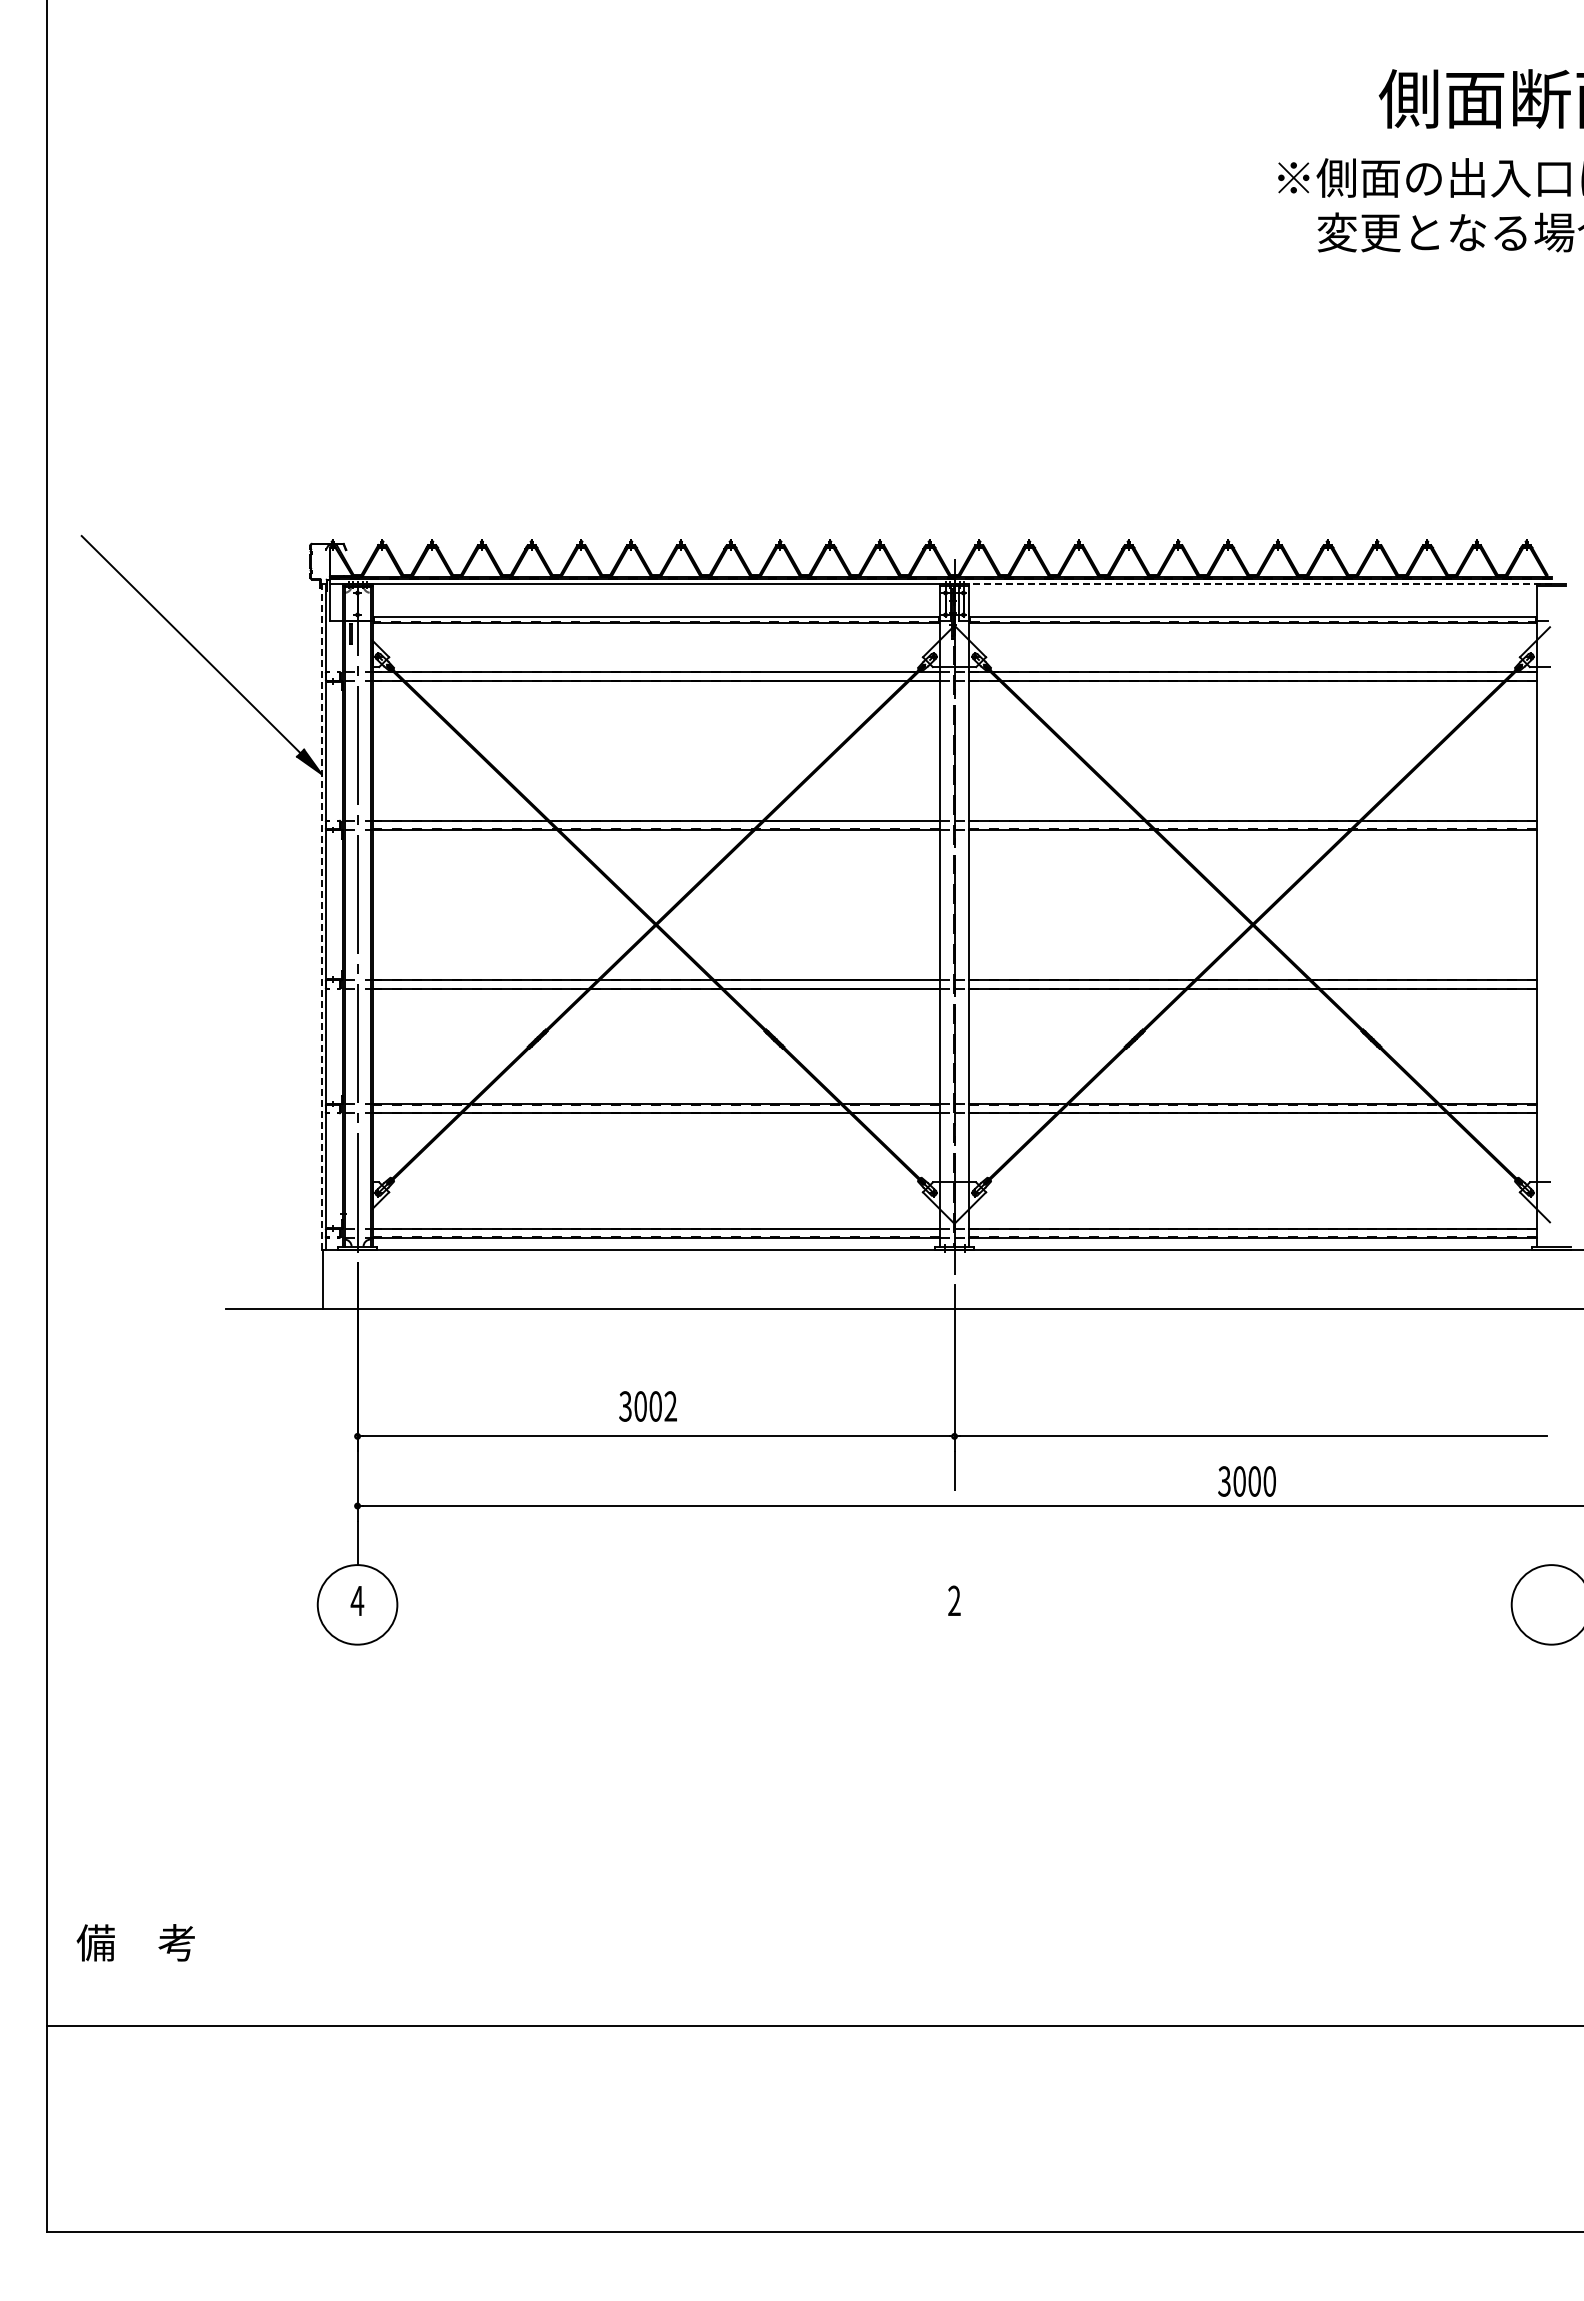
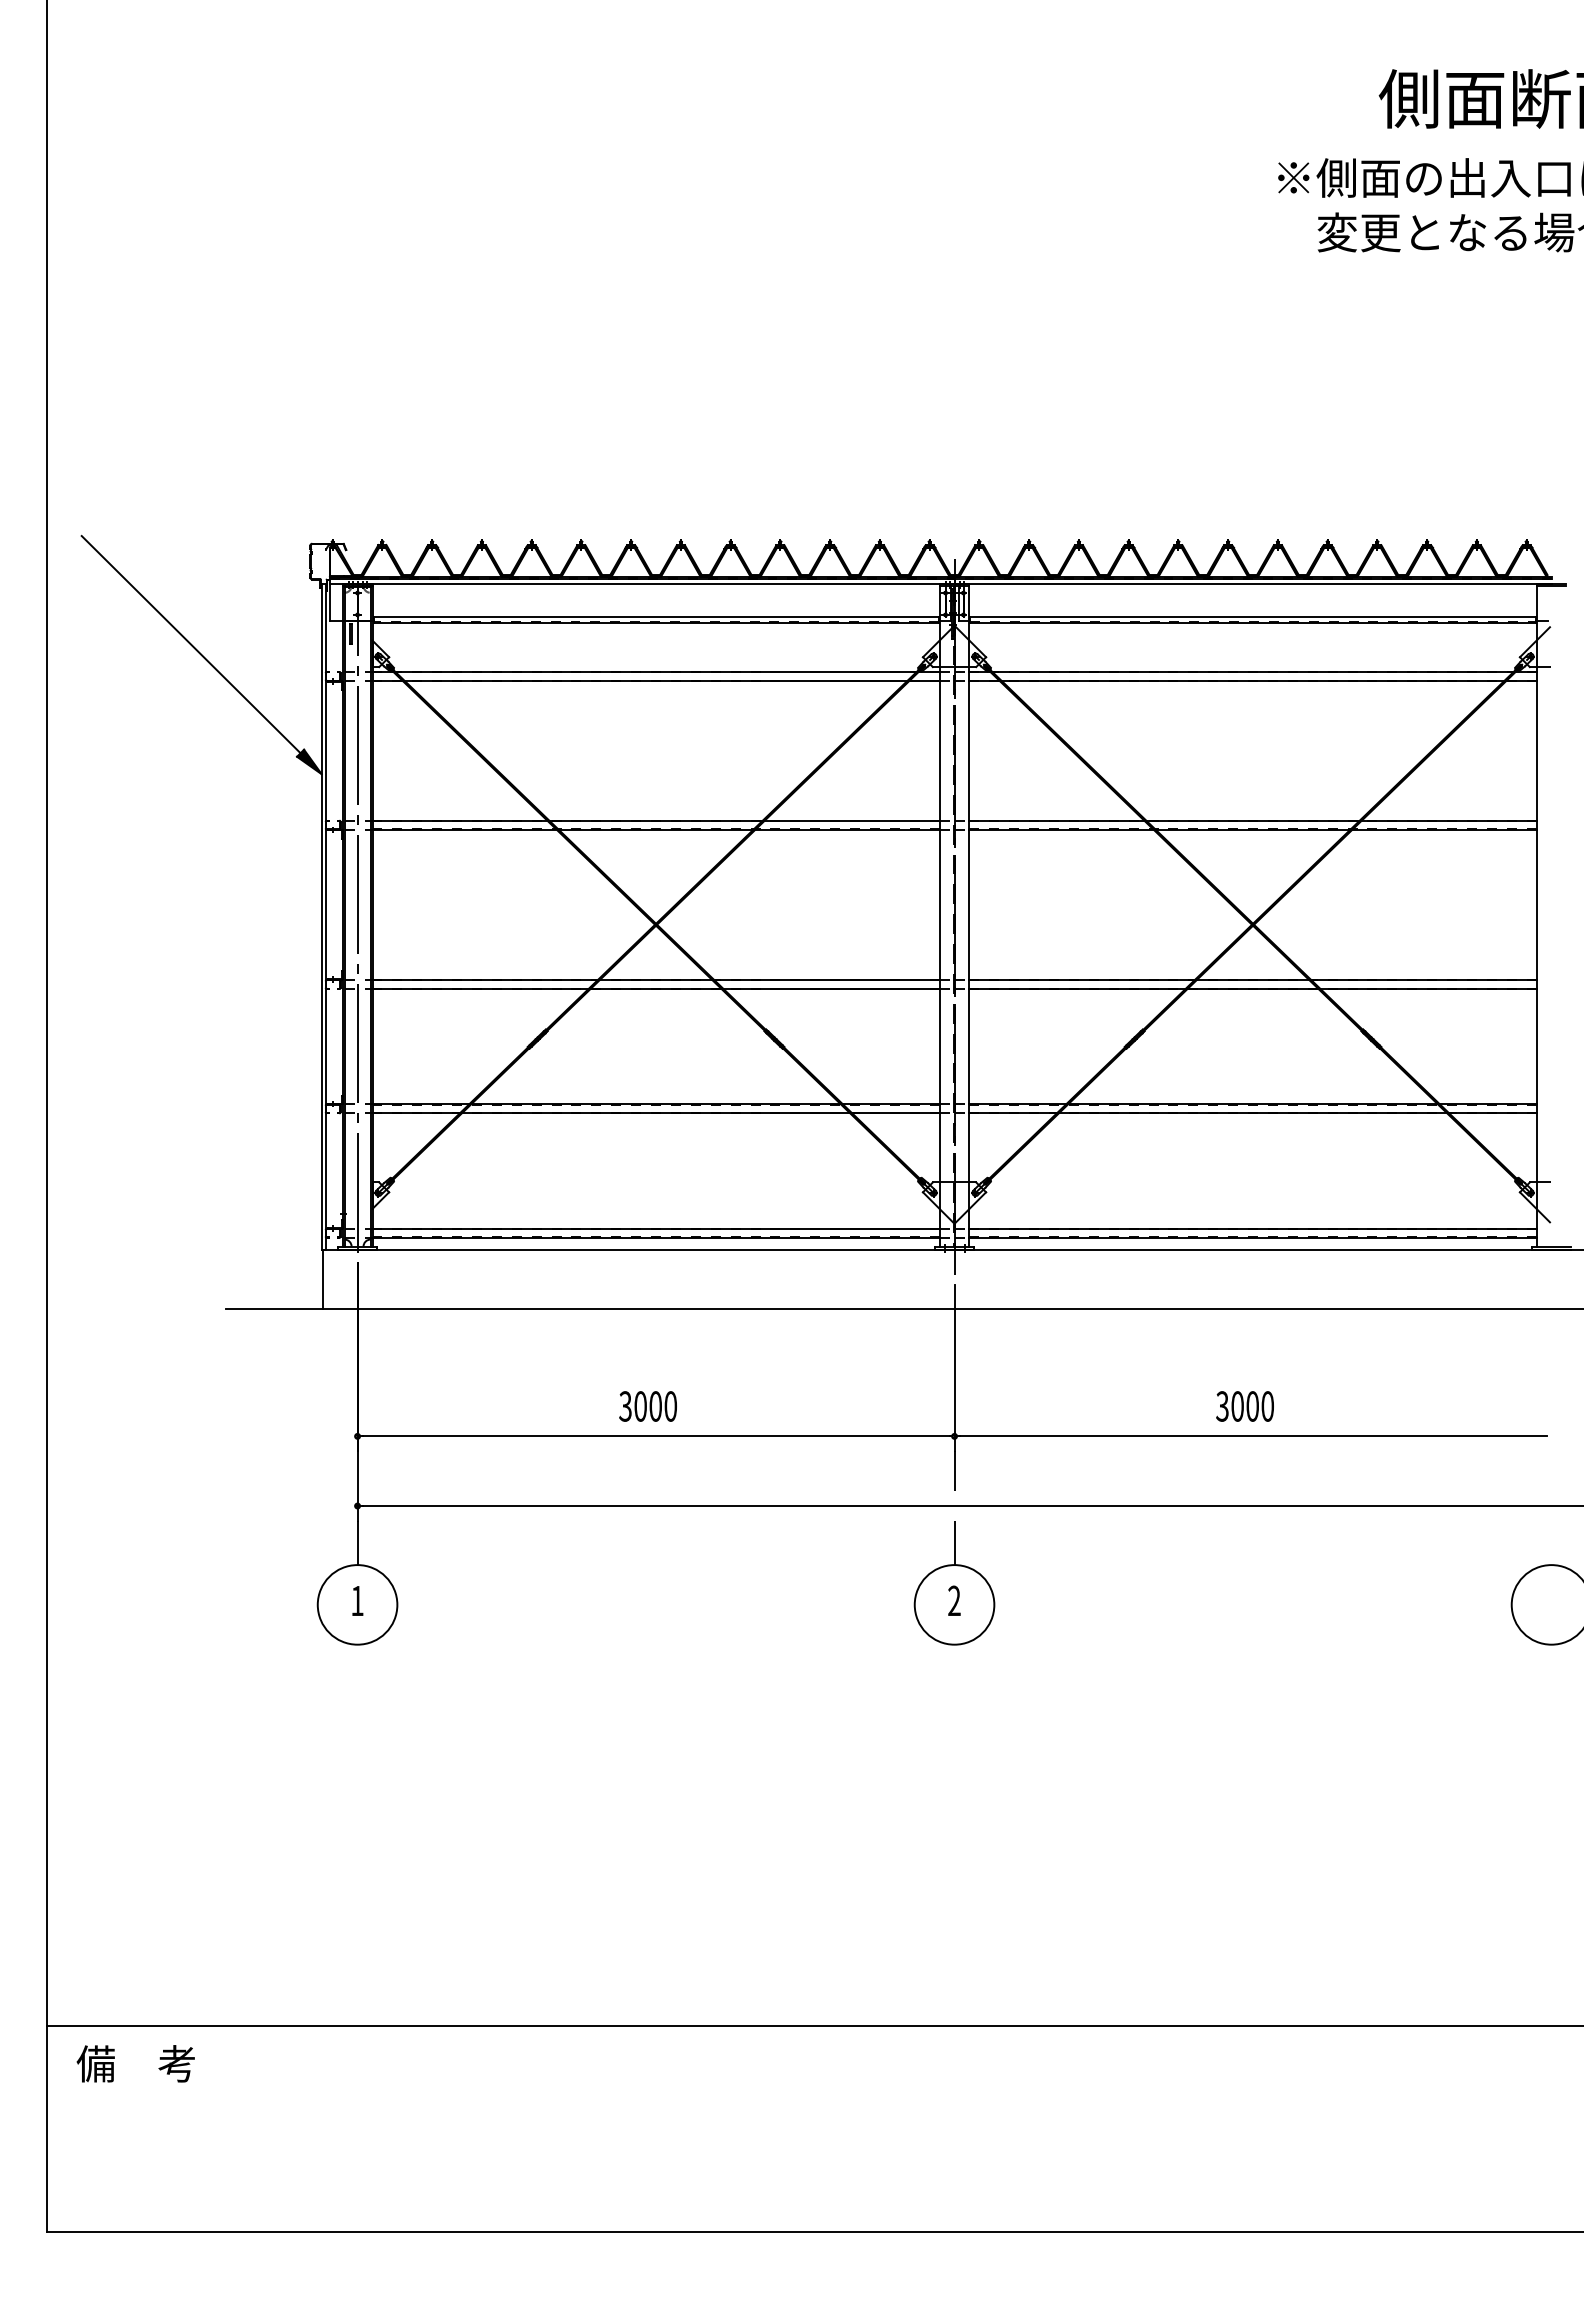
line at (1252, 583): dashed -> solid
line at (321, 916): dashed -> solid
text at (670, 1406): 3002 -> 3000
text at (1246, 1481) position: (1246, 1481) -> (1244, 1406)
part at (954, 1583): none -> present
text at (357, 1600): 4 -> 1
text at (135, 1942) position: (135, 1942) -> (135, 2063)
